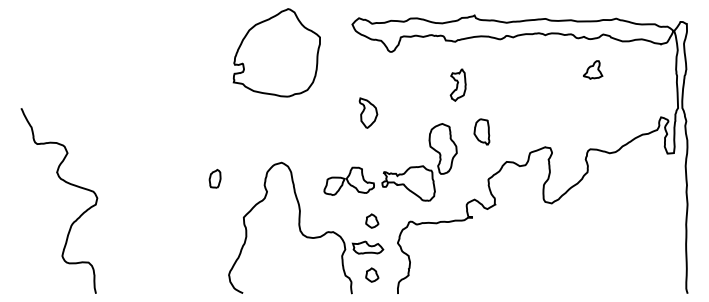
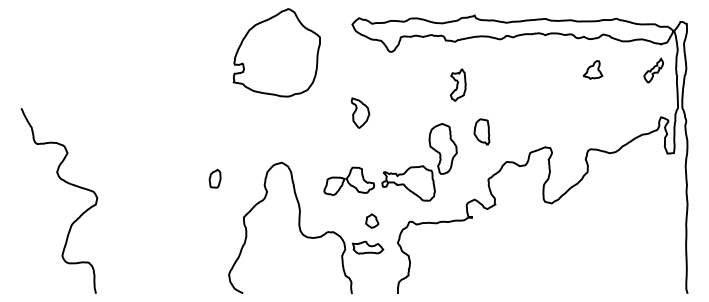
part at (653, 70): none -> present
part at (368, 112) position: (368, 112) -> (360, 112)
part at (372, 274): present -> none
